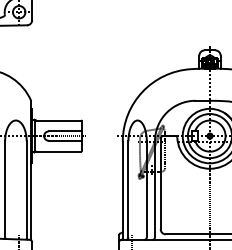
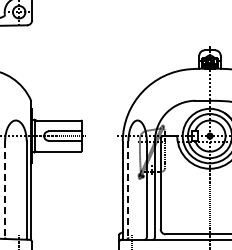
line at (5, 189): solid -> dashed
line at (128, 189): solid -> dashed
